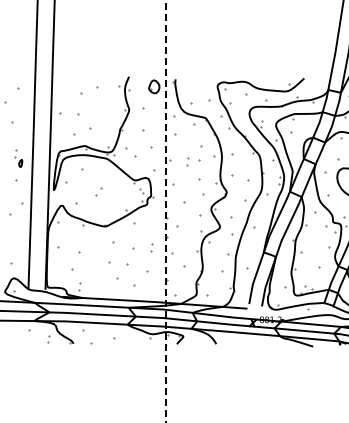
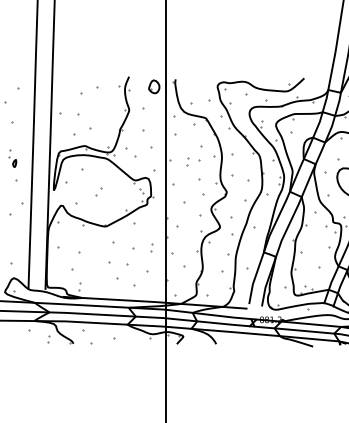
part at (18, 158) position: (18, 158) -> (12, 158)
line at (166, 211): dashed -> solid
